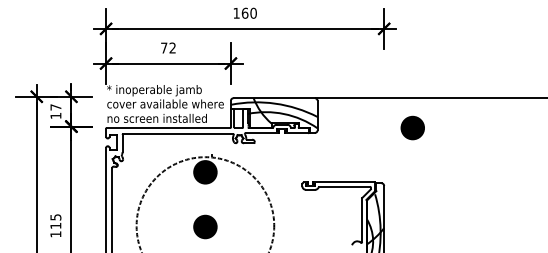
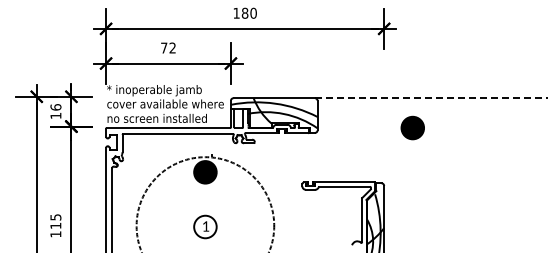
text at (244, 12): 160 -> 180
line at (431, 98): solid -> dashed
text at (55, 107): 17 -> 16
fill at (205, 226): present -> none
